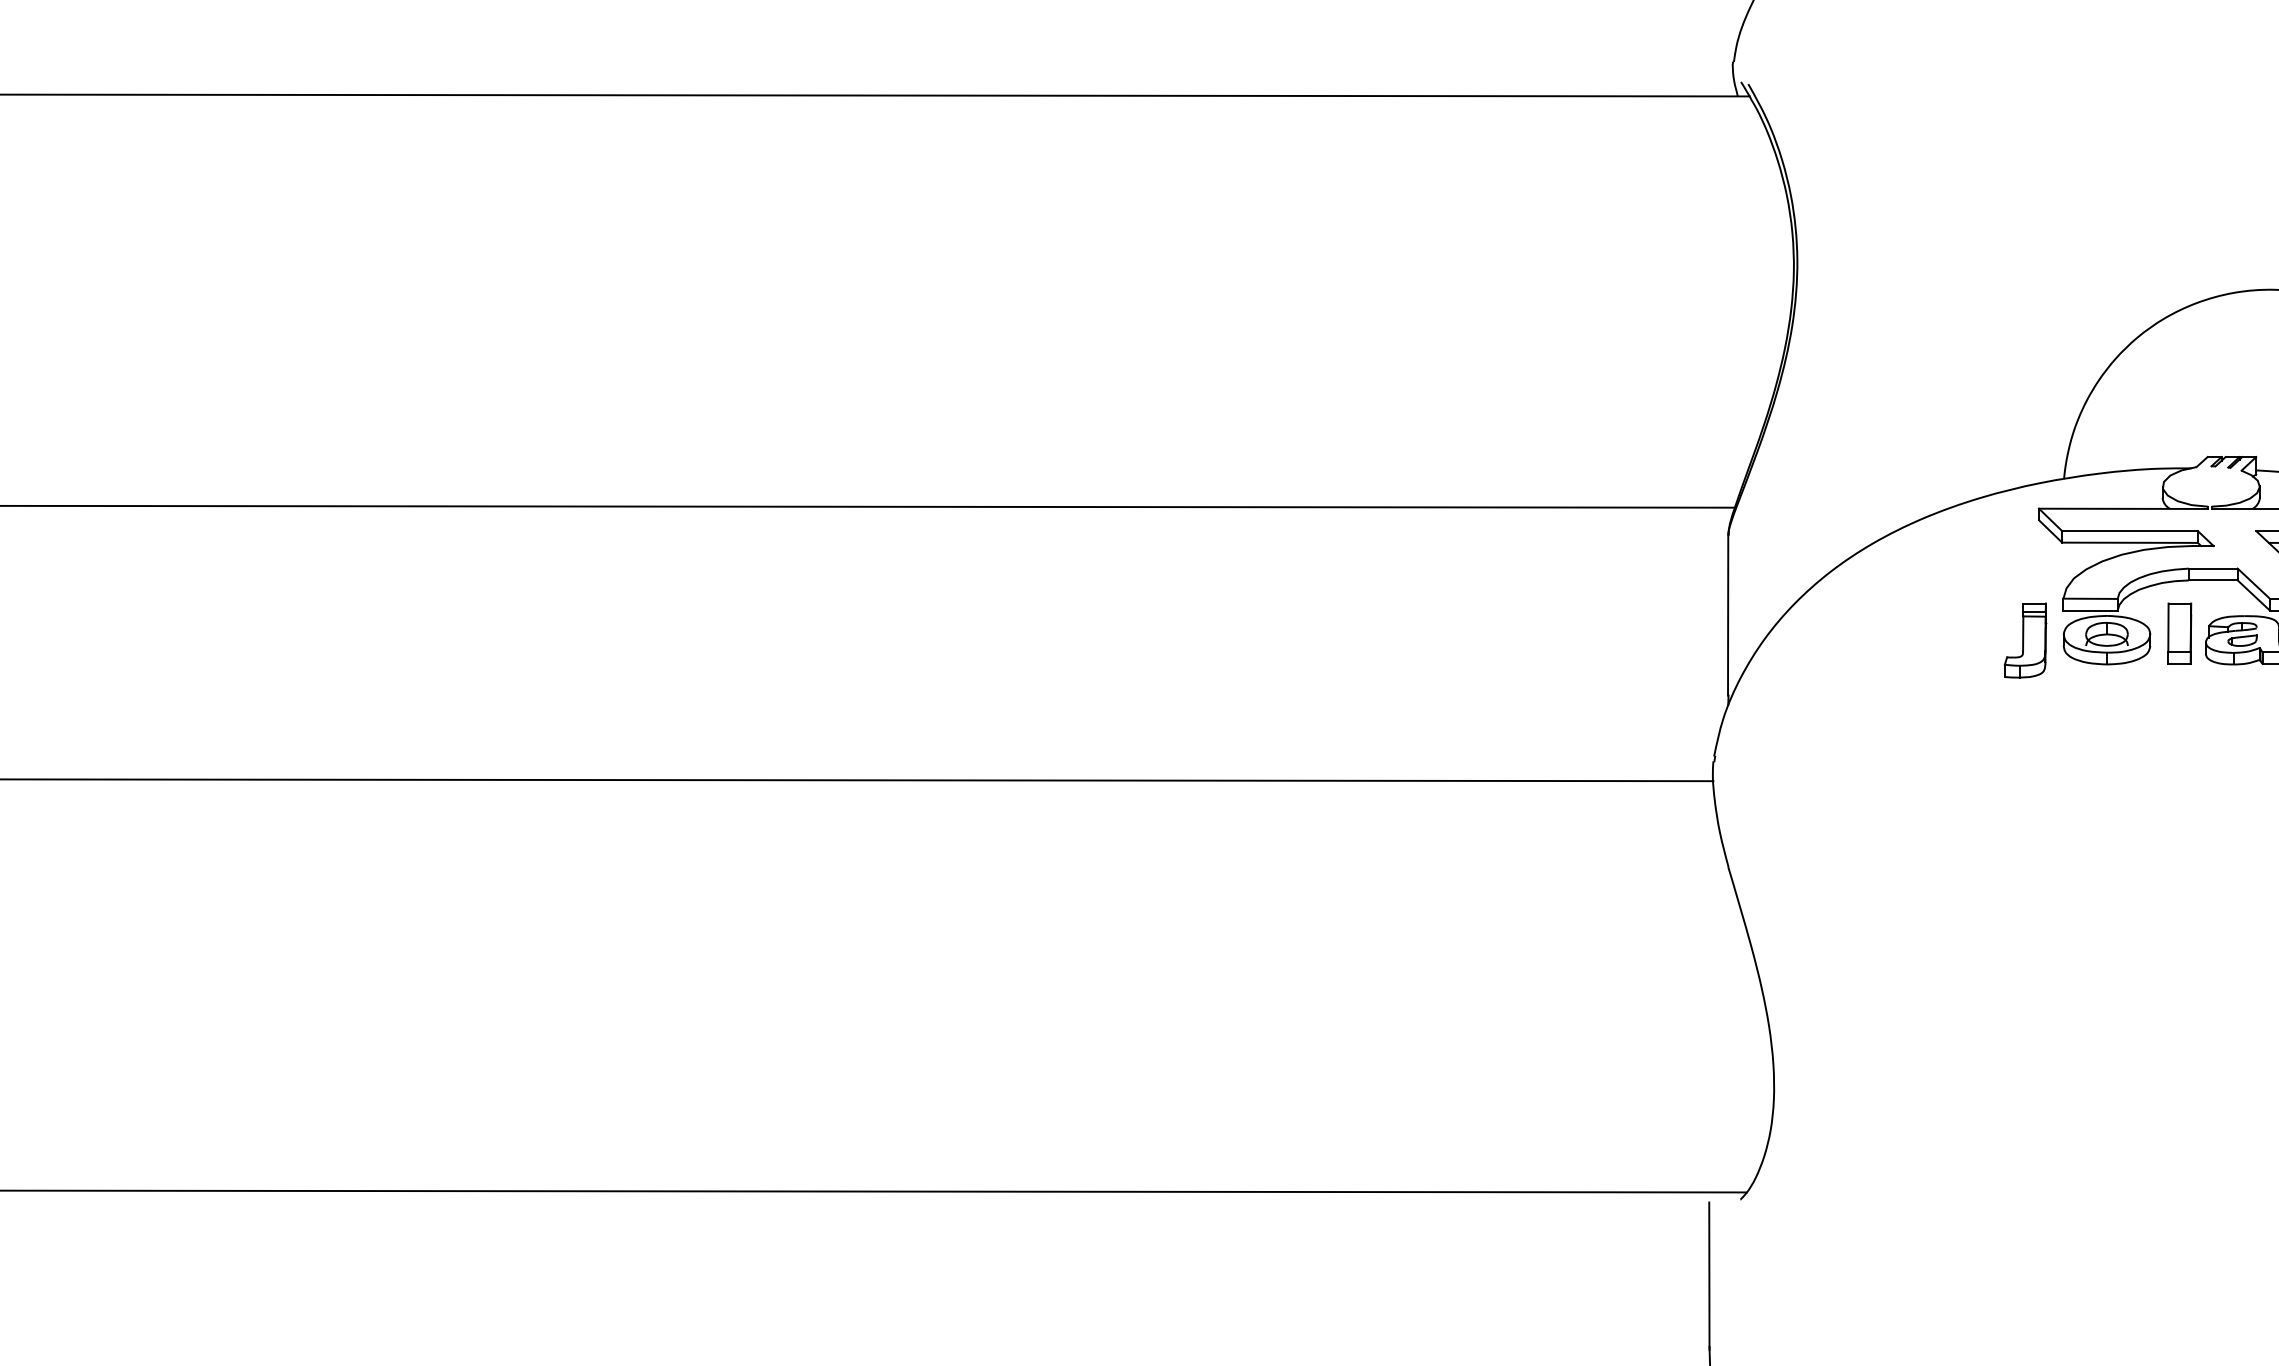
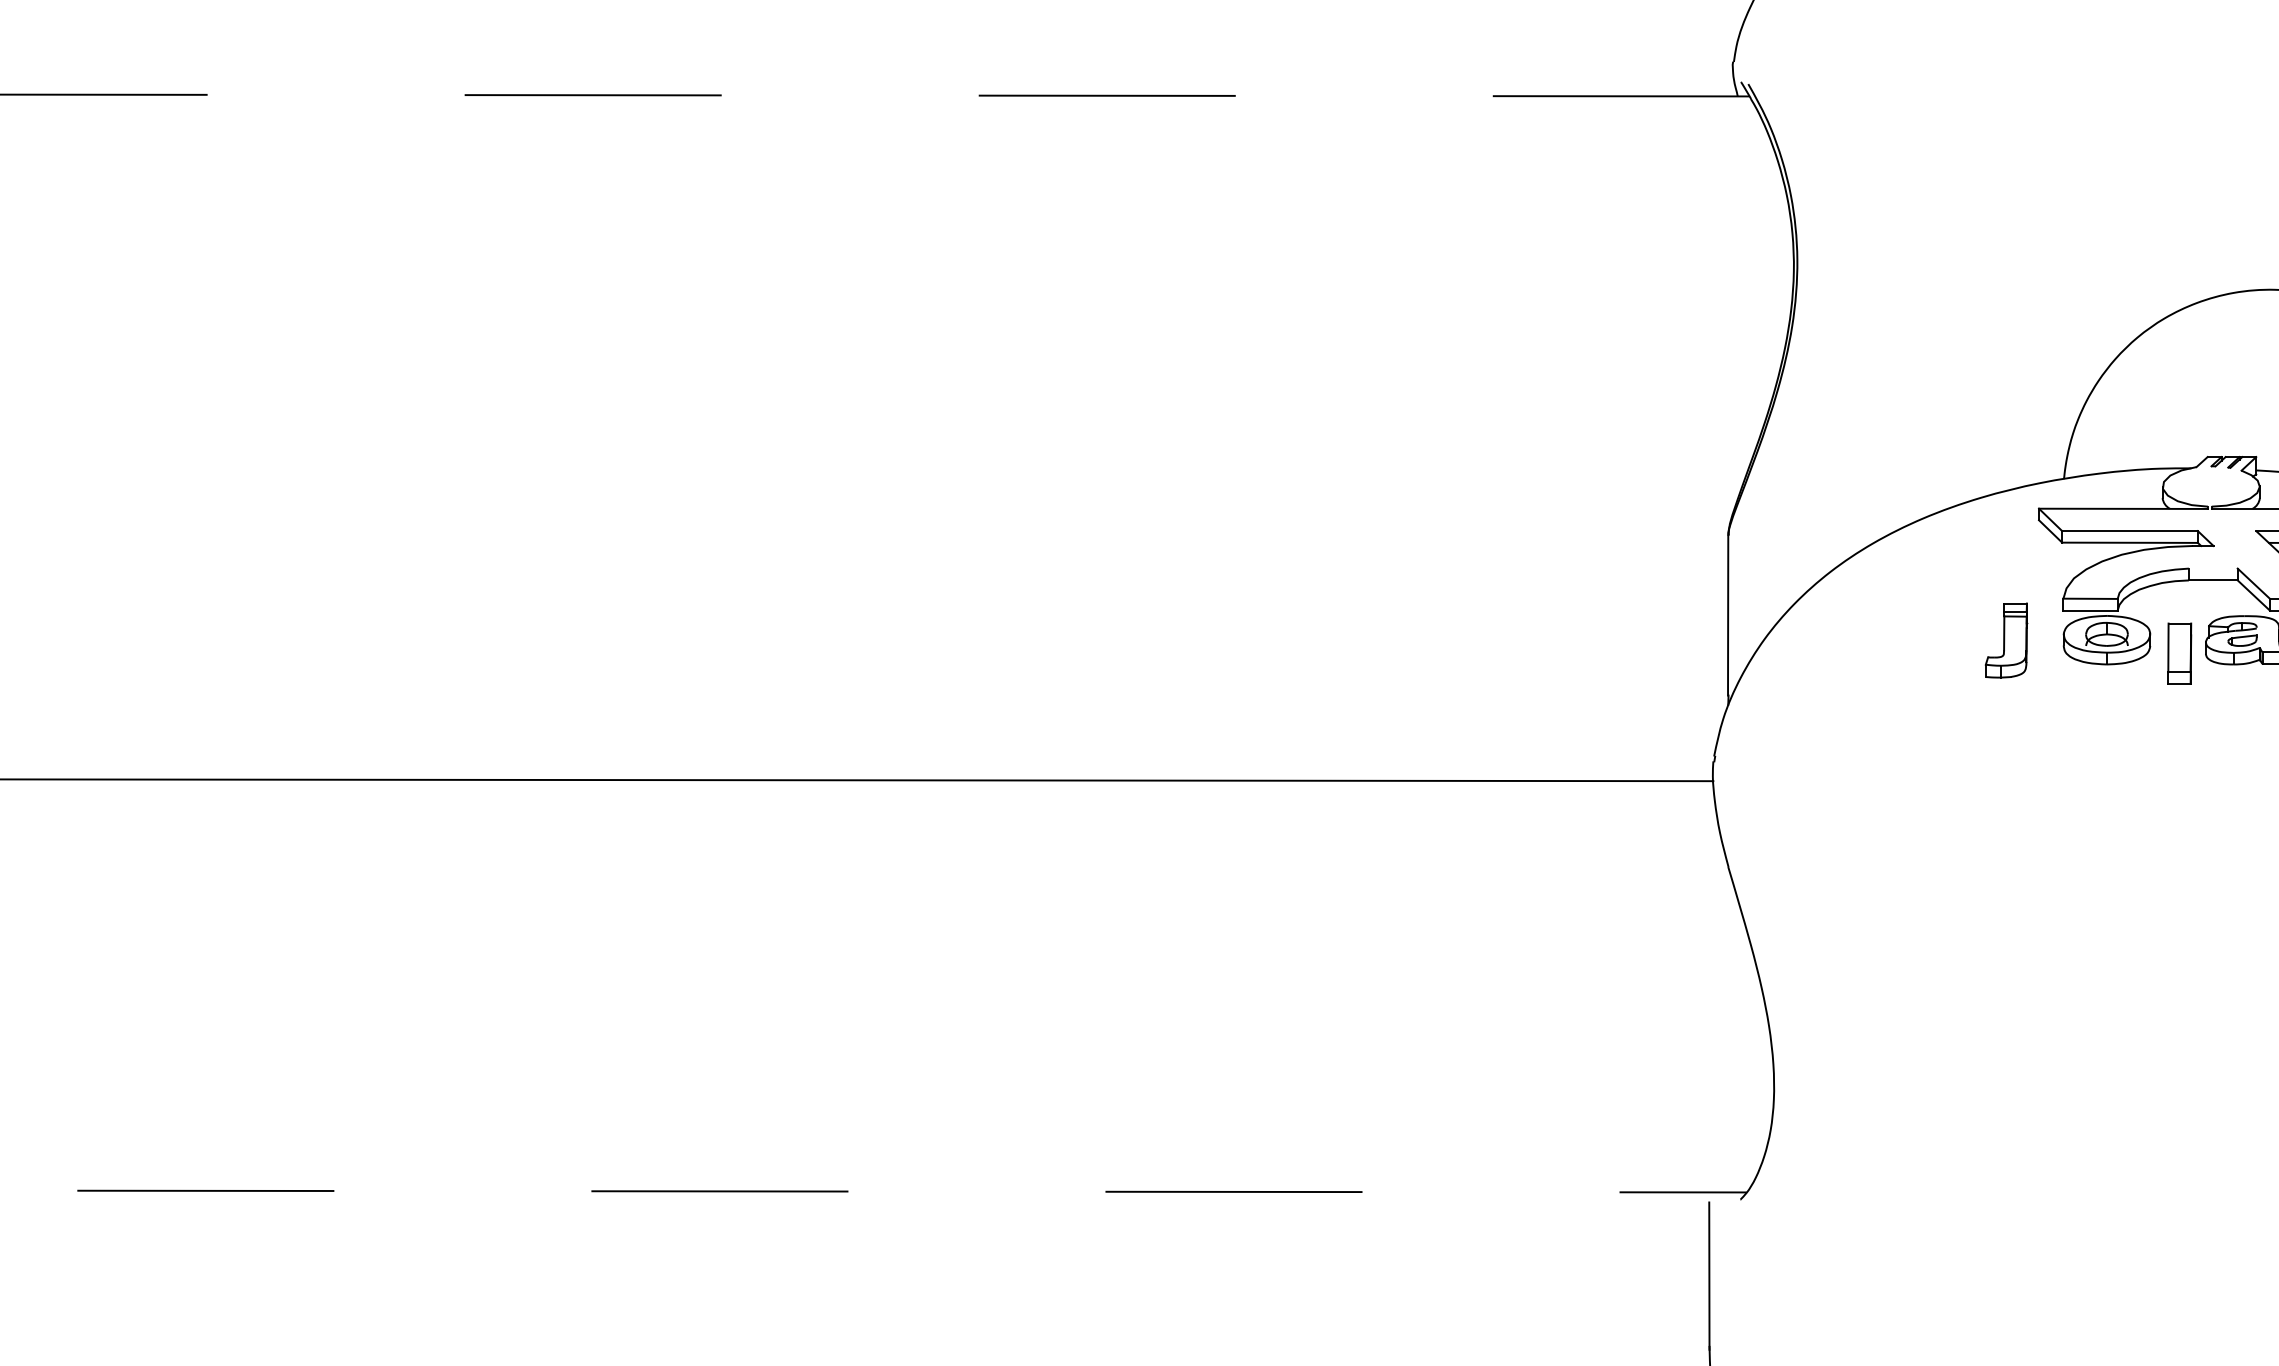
line at (875, 95): solid -> dashed
line at (868, 506): present -> none
line at (2212, 568): present -> none
part at (2179, 633) position: (2179, 633) -> (2179, 653)
part at (2025, 640) position: (2025, 640) -> (2006, 640)
line at (873, 1191): solid -> dashed
